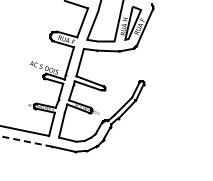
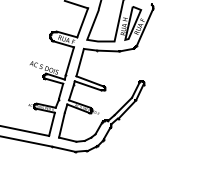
line at (25, 141): dashed -> solid
